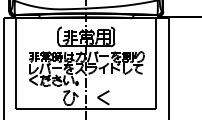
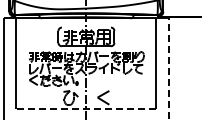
line at (169, 68): solid -> dashed
line at (86, 109): solid -> dashed
